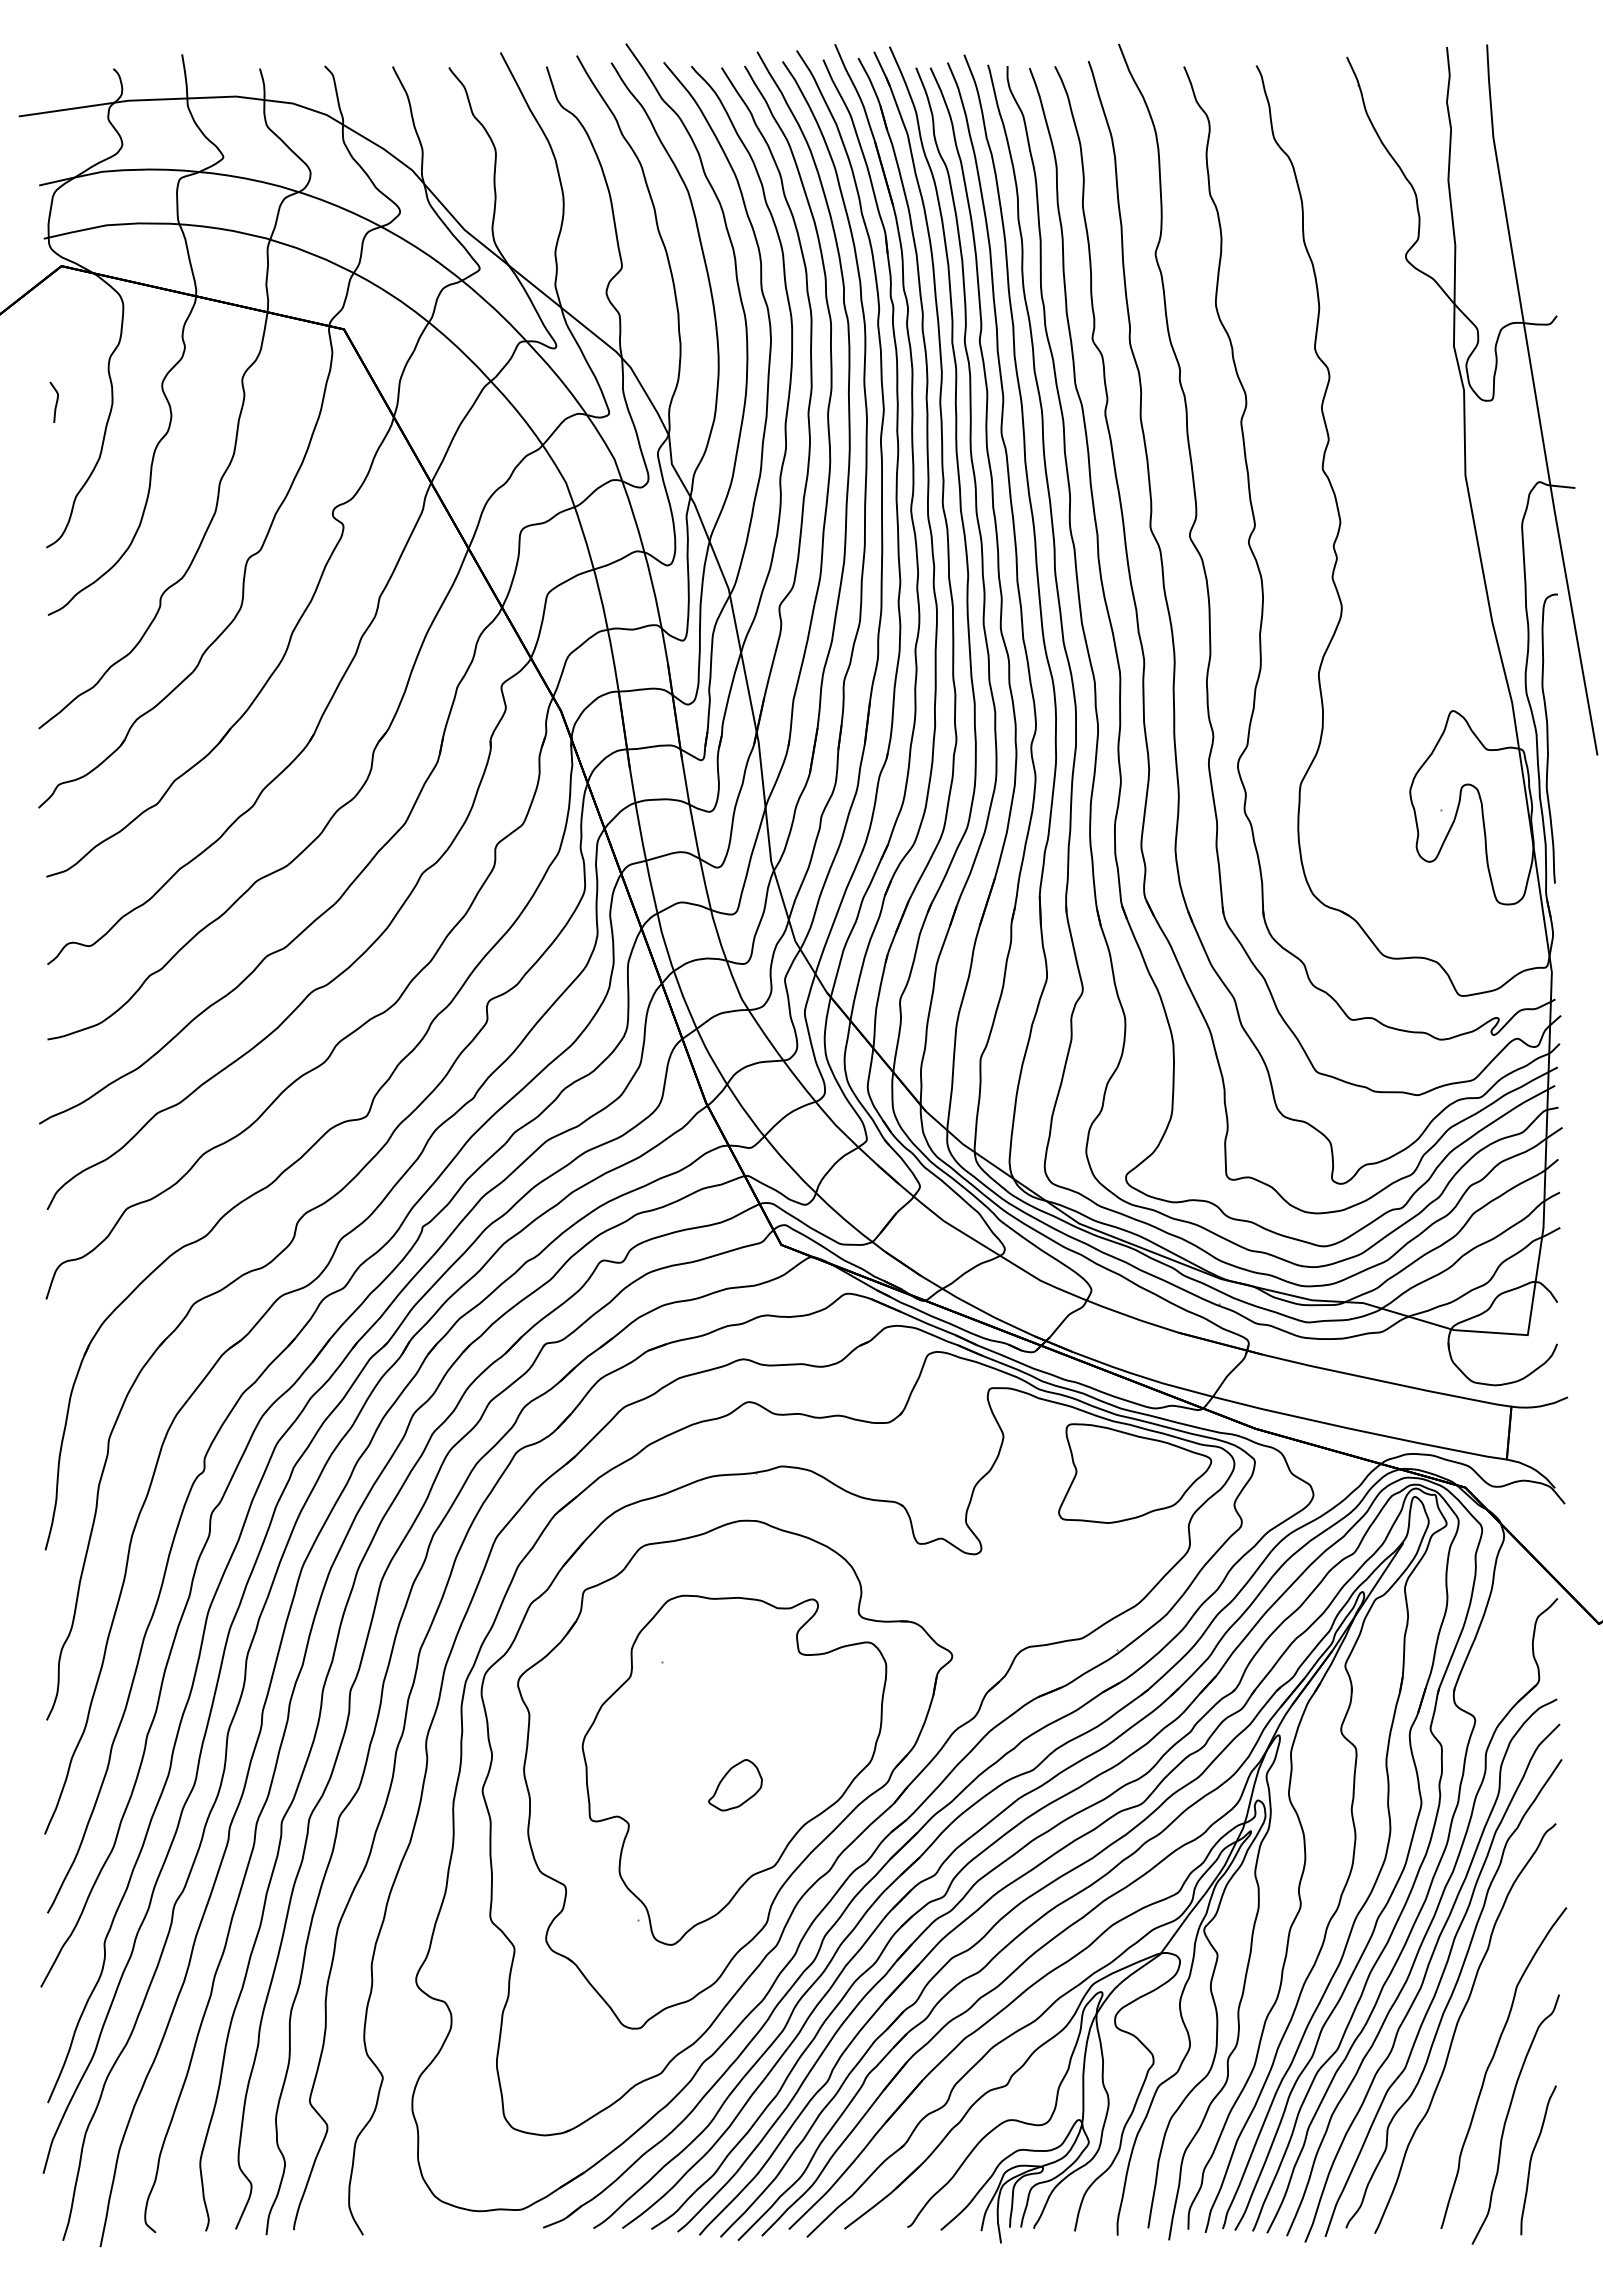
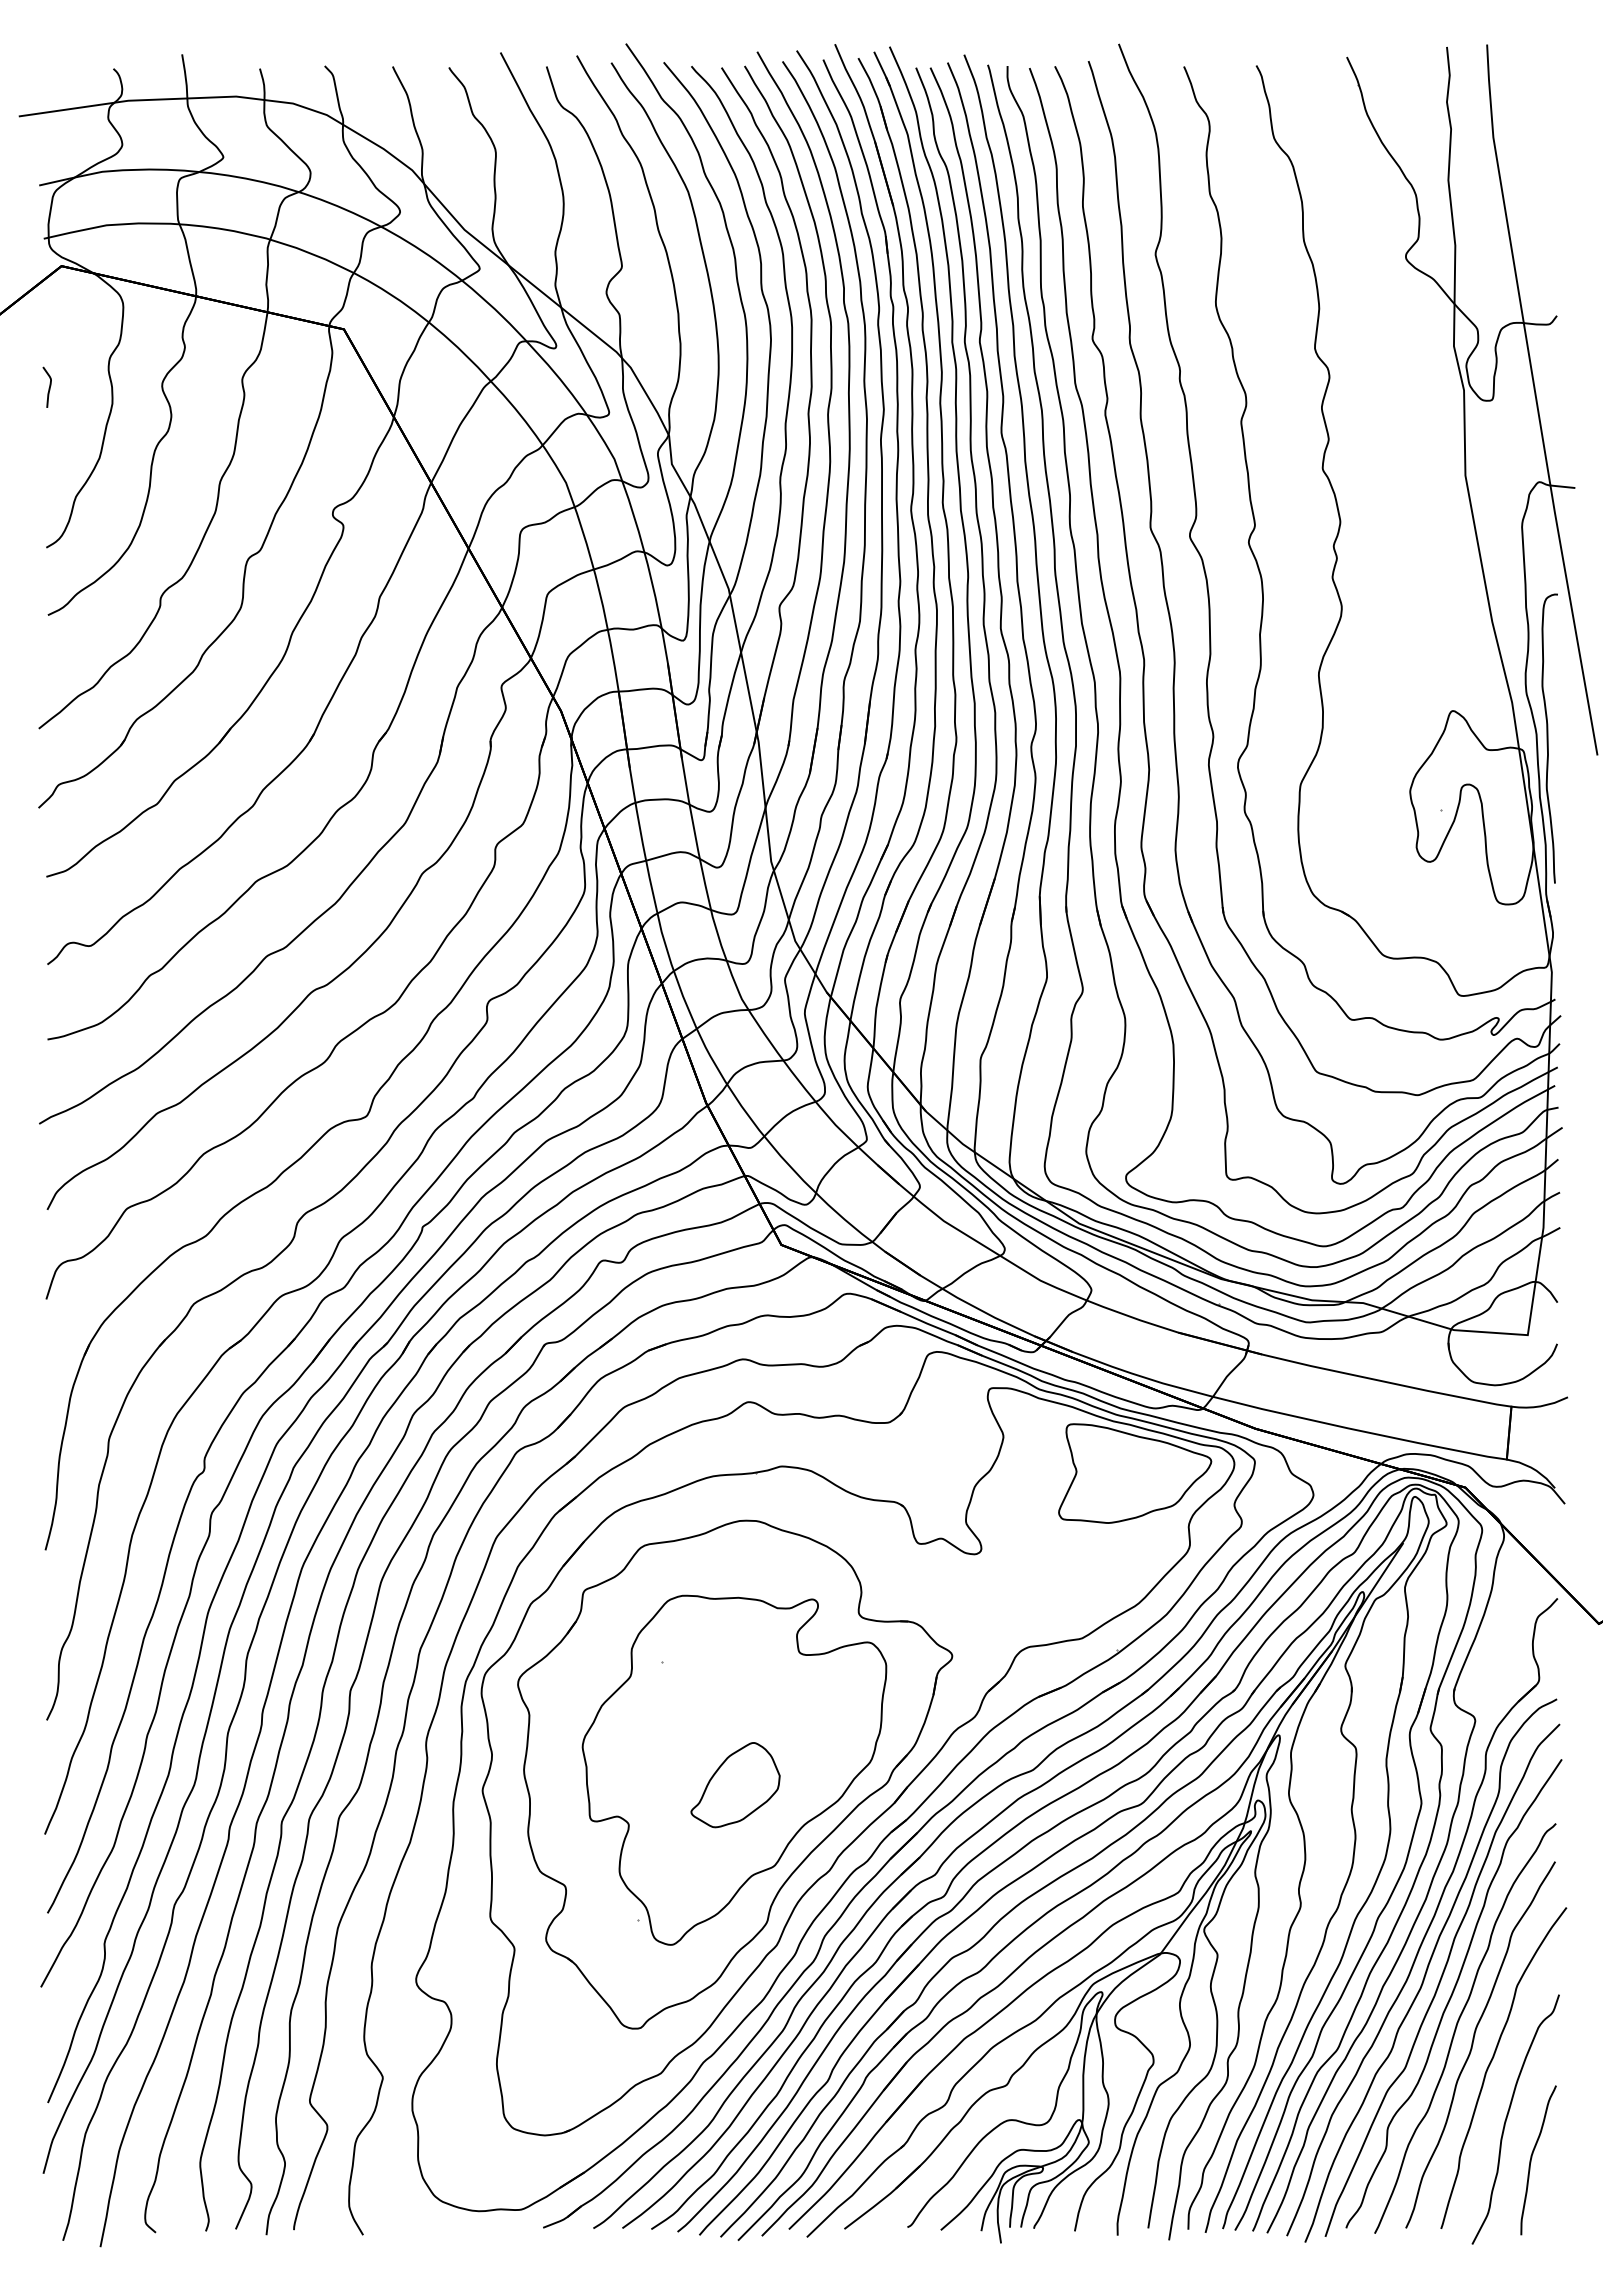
curve at (55, 403) position: (55, 403) -> (48, 388)
part at (735, 1785) size: 55x53 px -> 91x87 px
curve at (1473, 2044): none -> present
